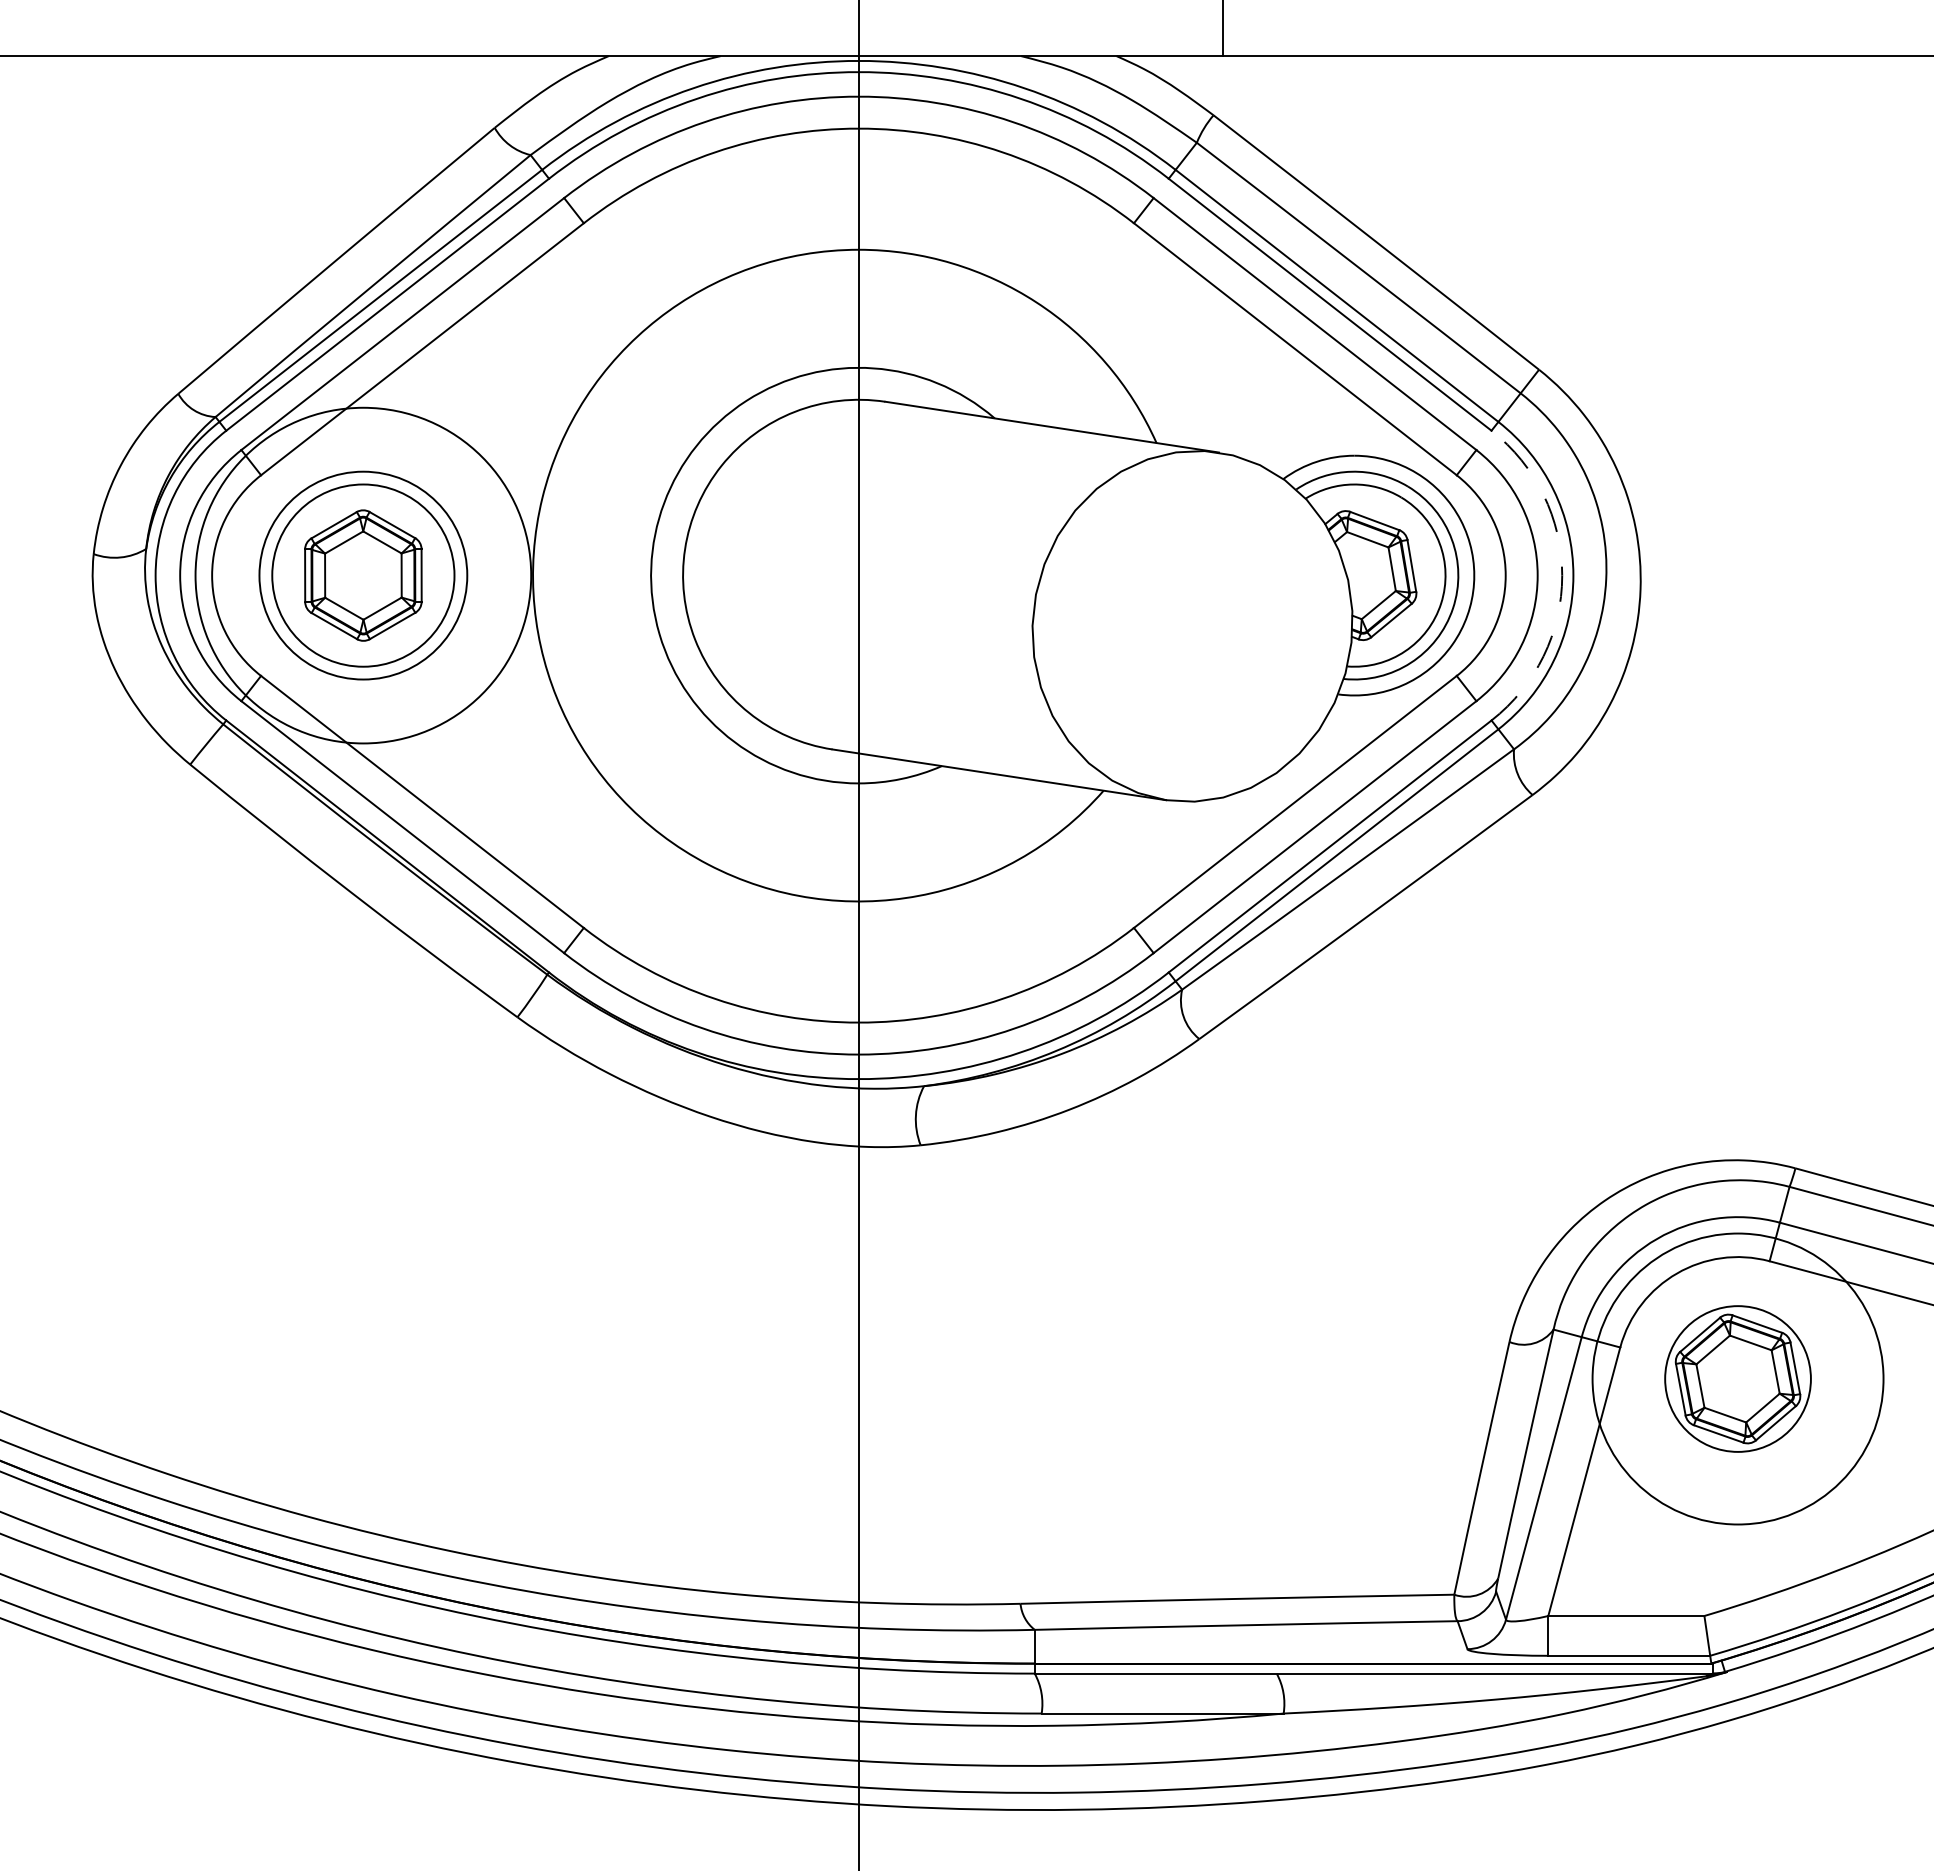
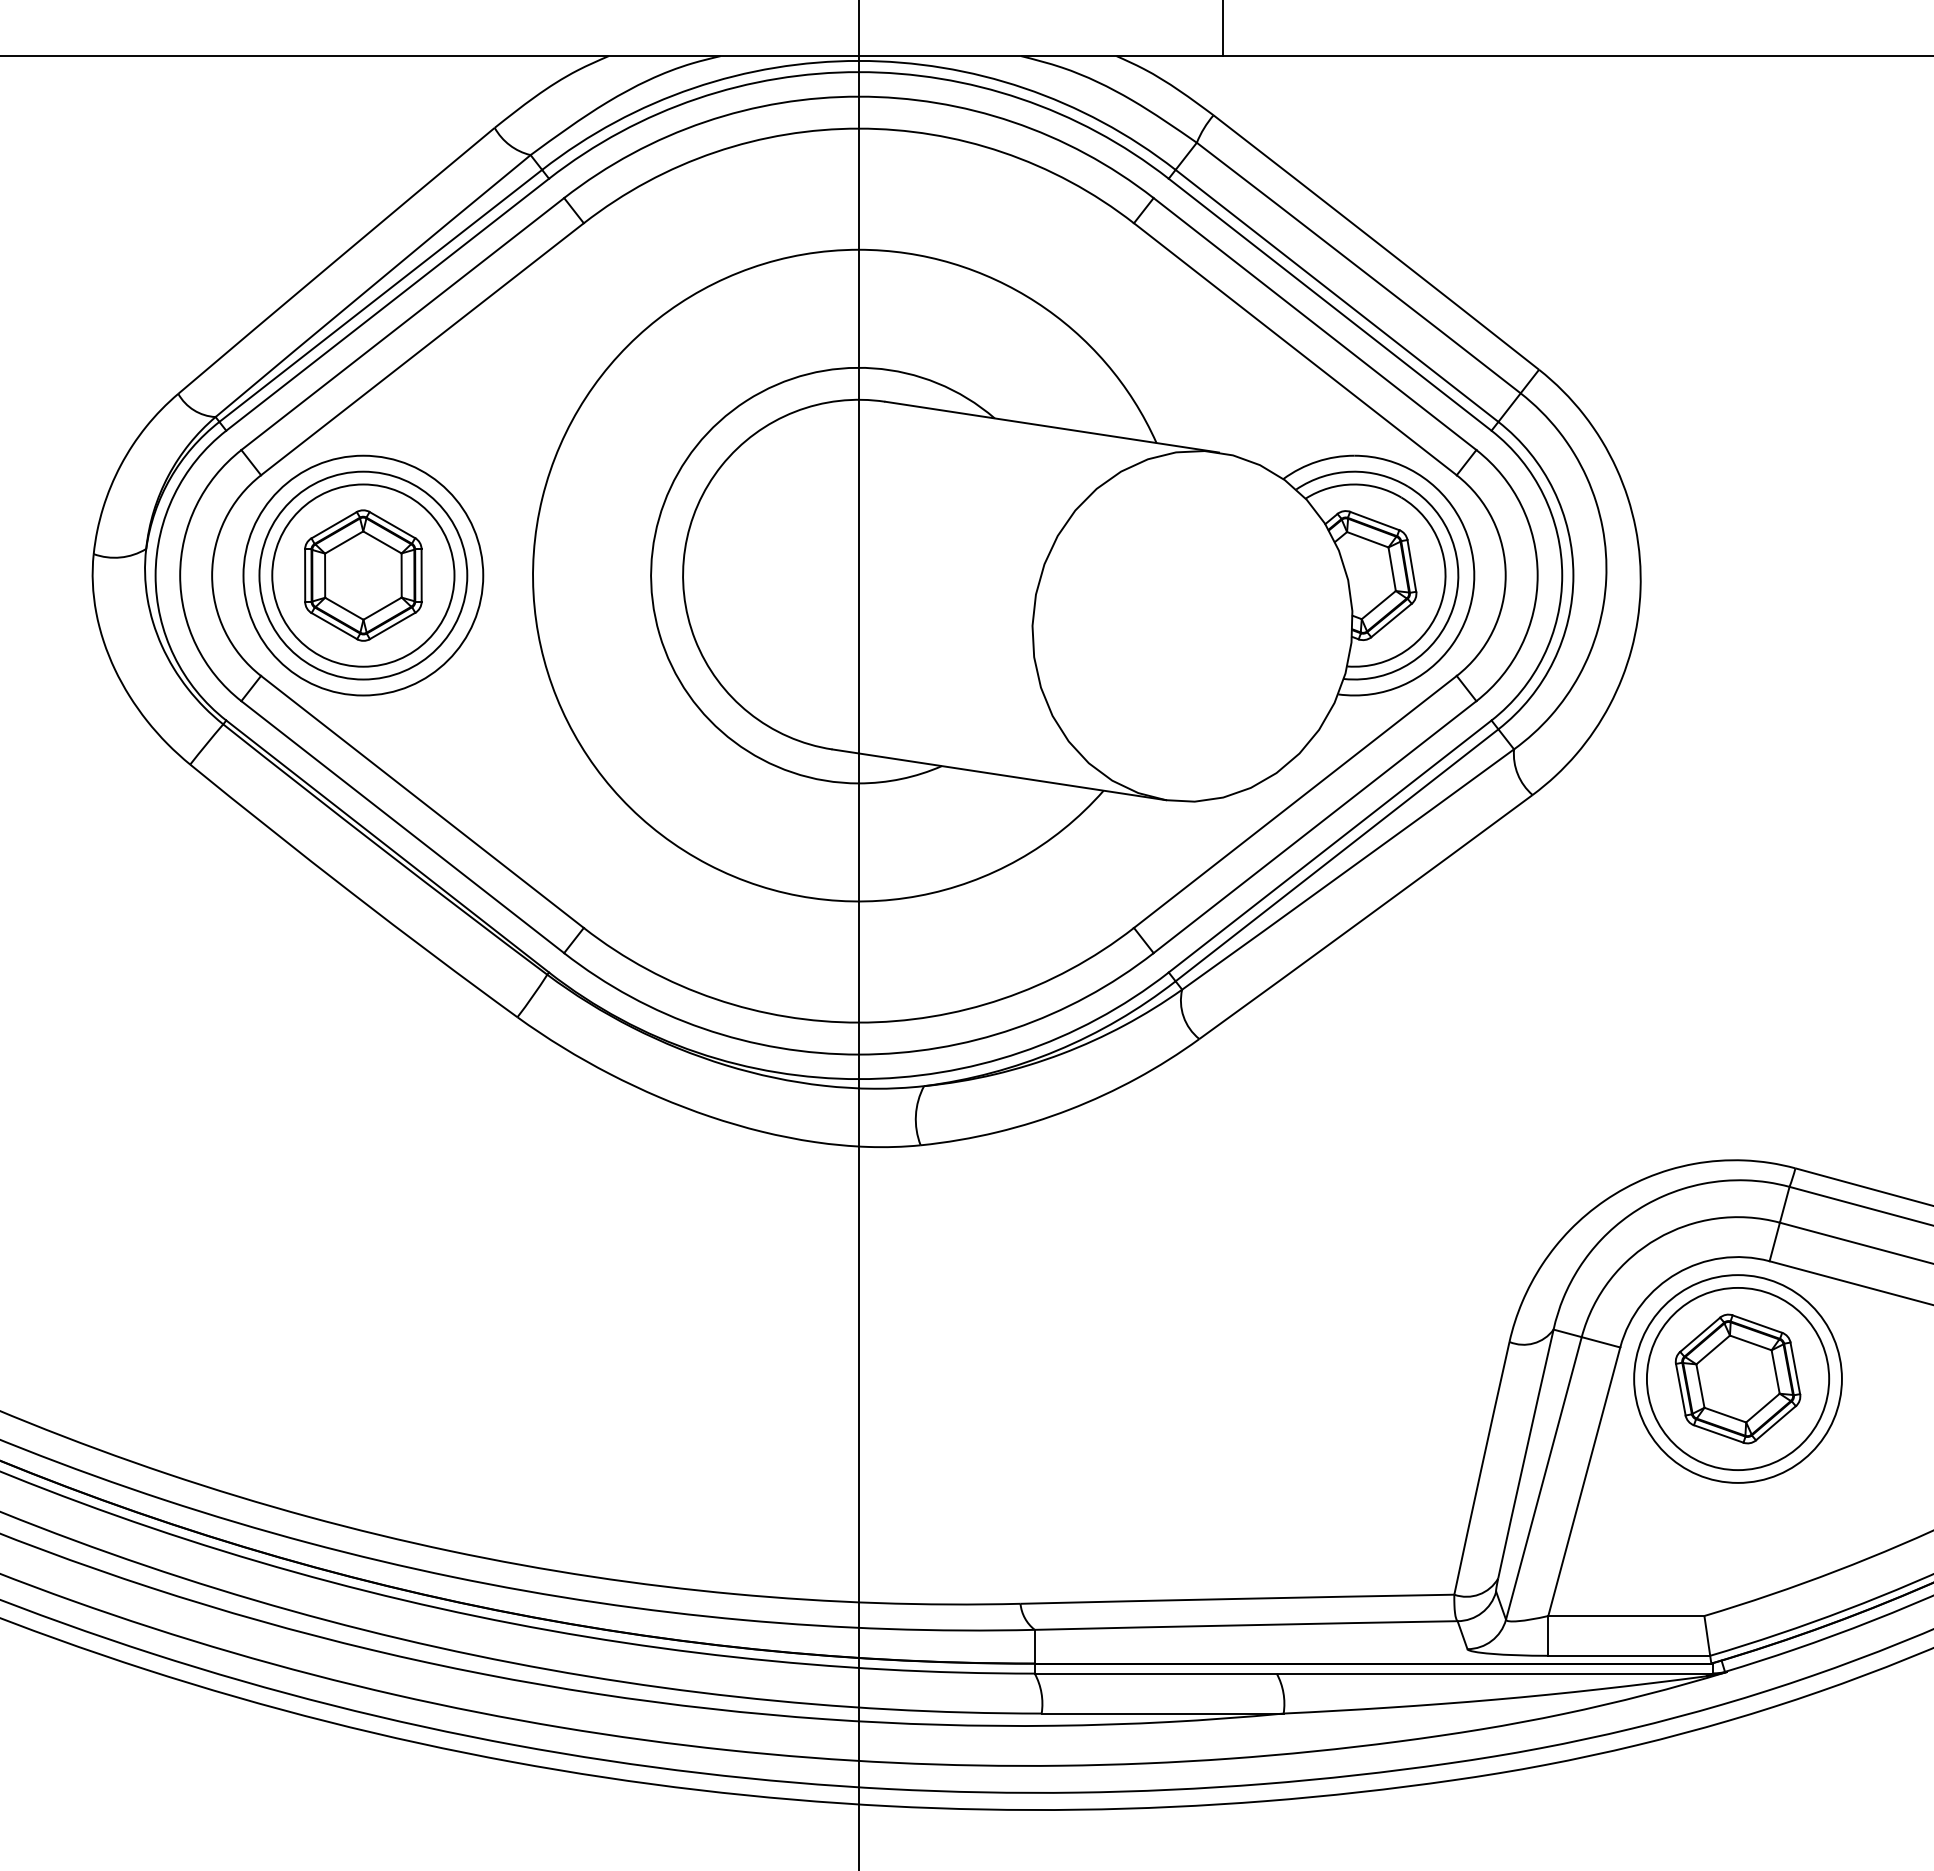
circle at (363, 575) diameter: 336 px -> 240 px
arc at (1562, 575): dashed -> solid
circle at (1737, 1378) diameter: 146 px -> 182 px
circle at (1737, 1378) diameter: 291 px -> 208 px
